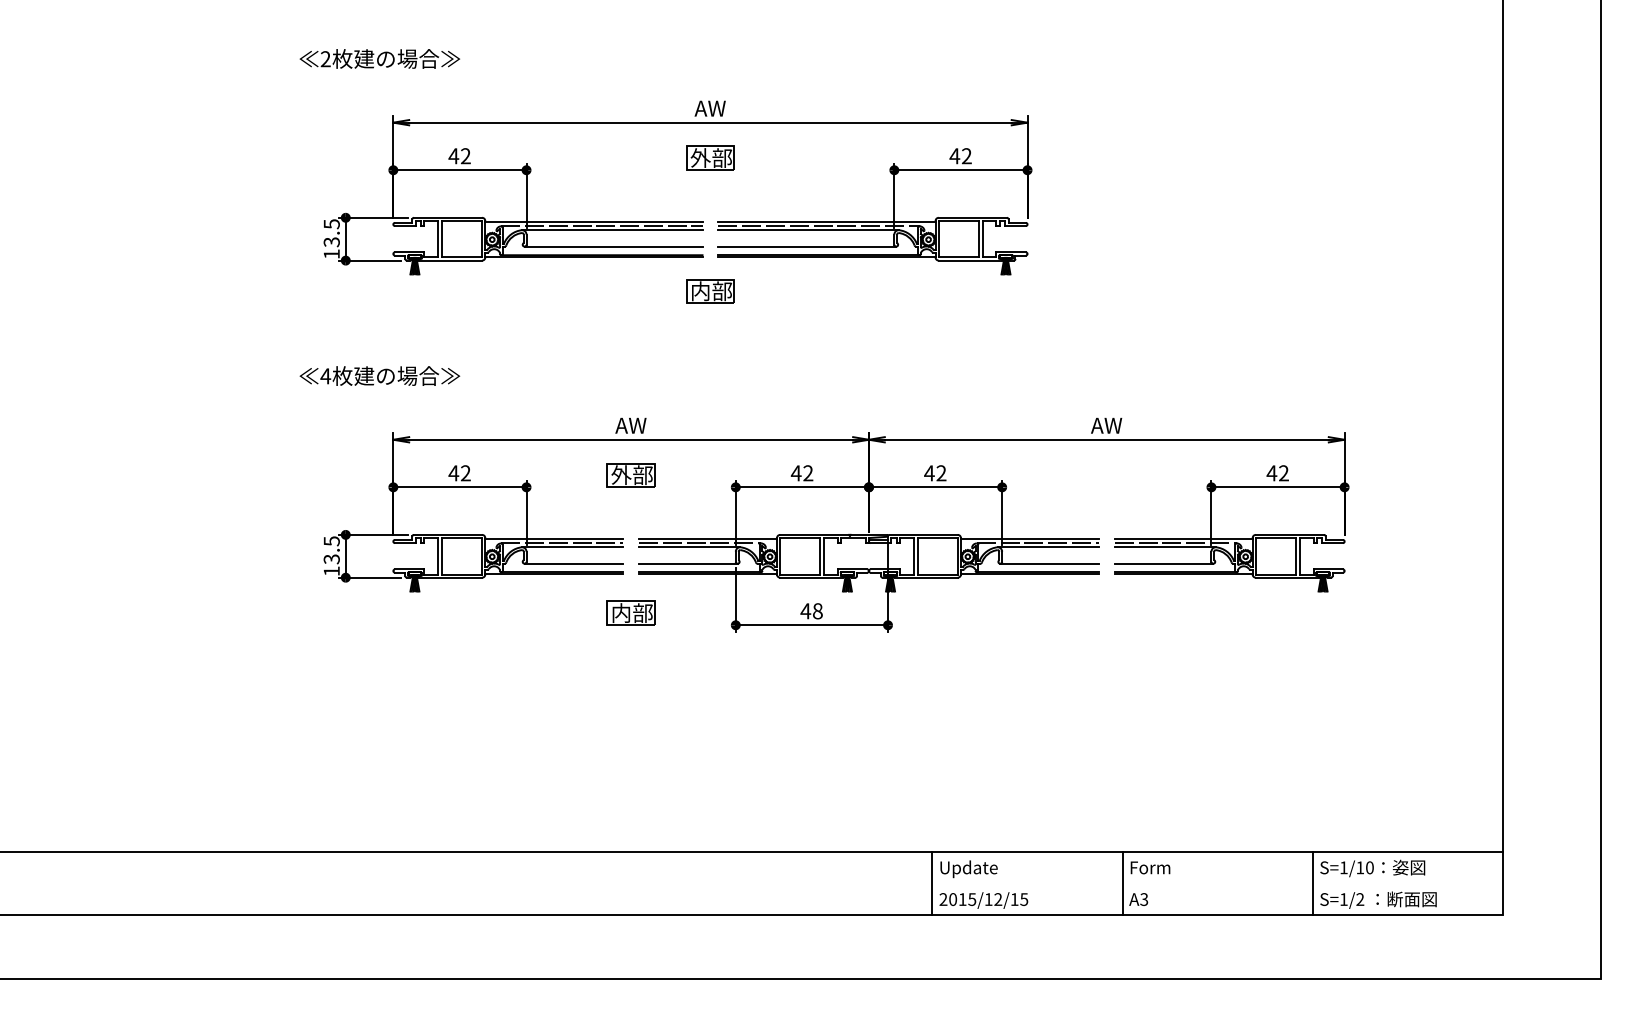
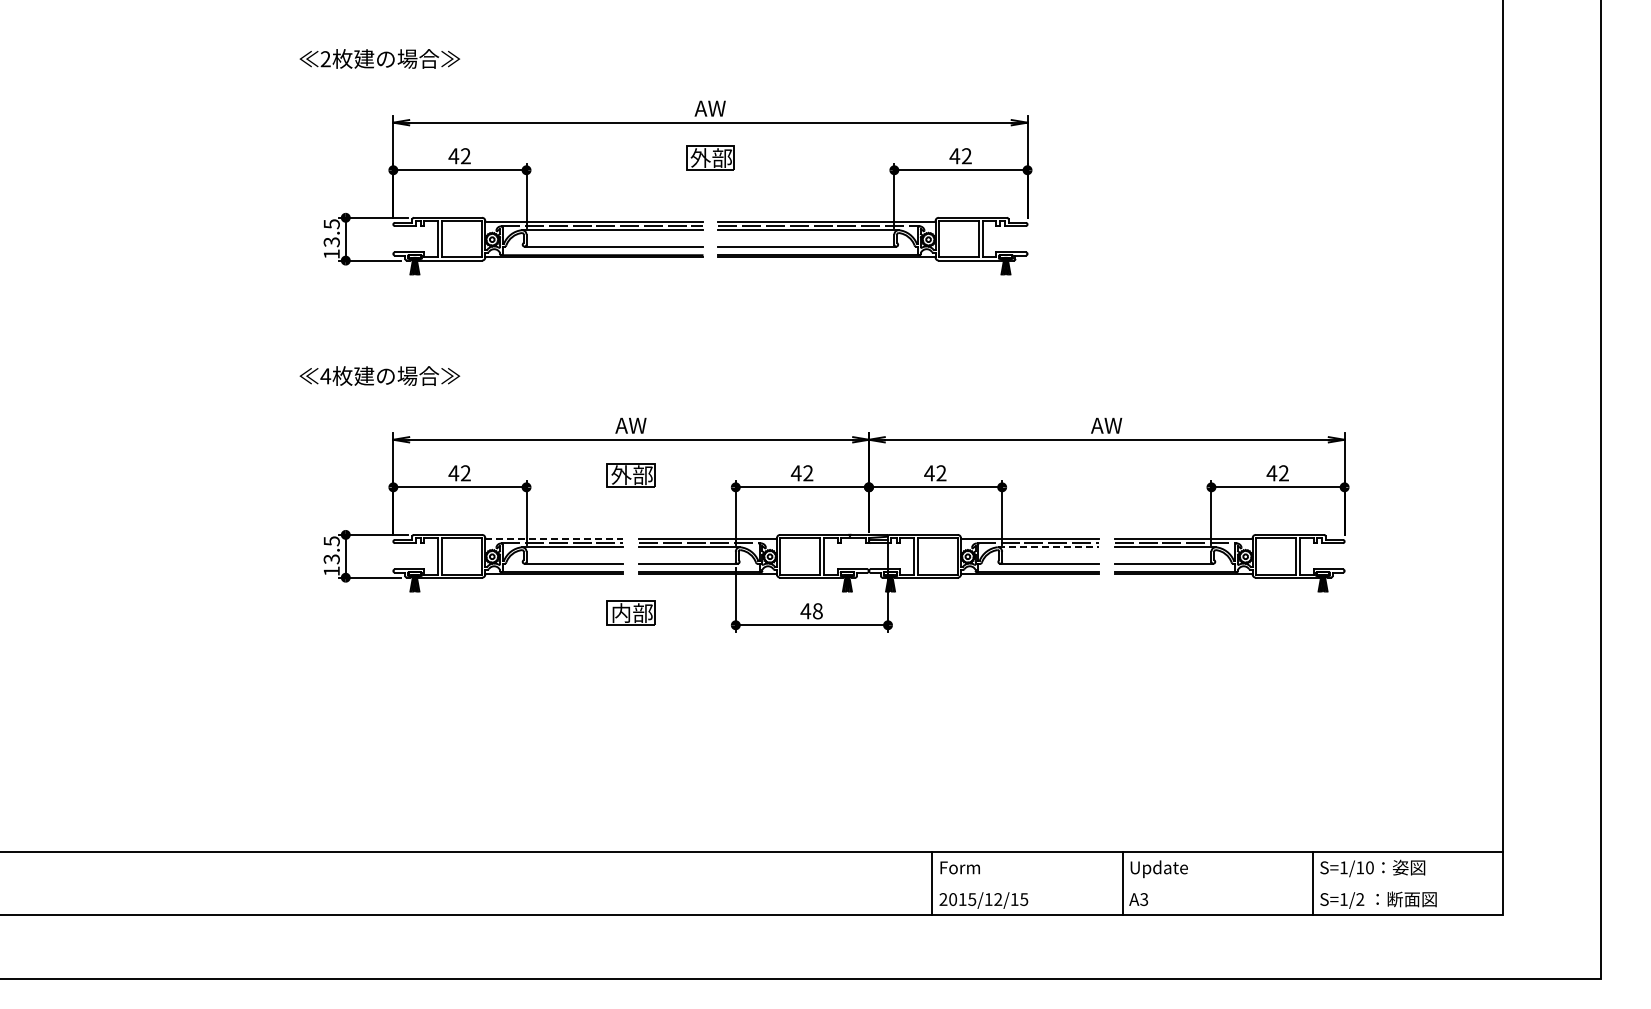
part at (710, 291): present -> none
line at (554, 538): solid -> dashed
line at (1048, 547): solid -> dashed
text at (968, 869): Update -> Form
text at (1158, 869): Form -> Update
